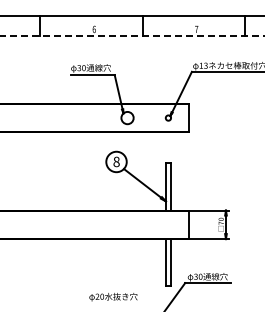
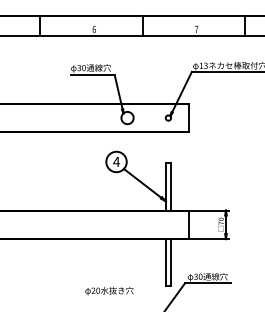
line at (132, 36): dashed -> solid
text at (116, 161): 8 -> 4
text at (113, 297) position: (113, 297) -> (109, 291)
